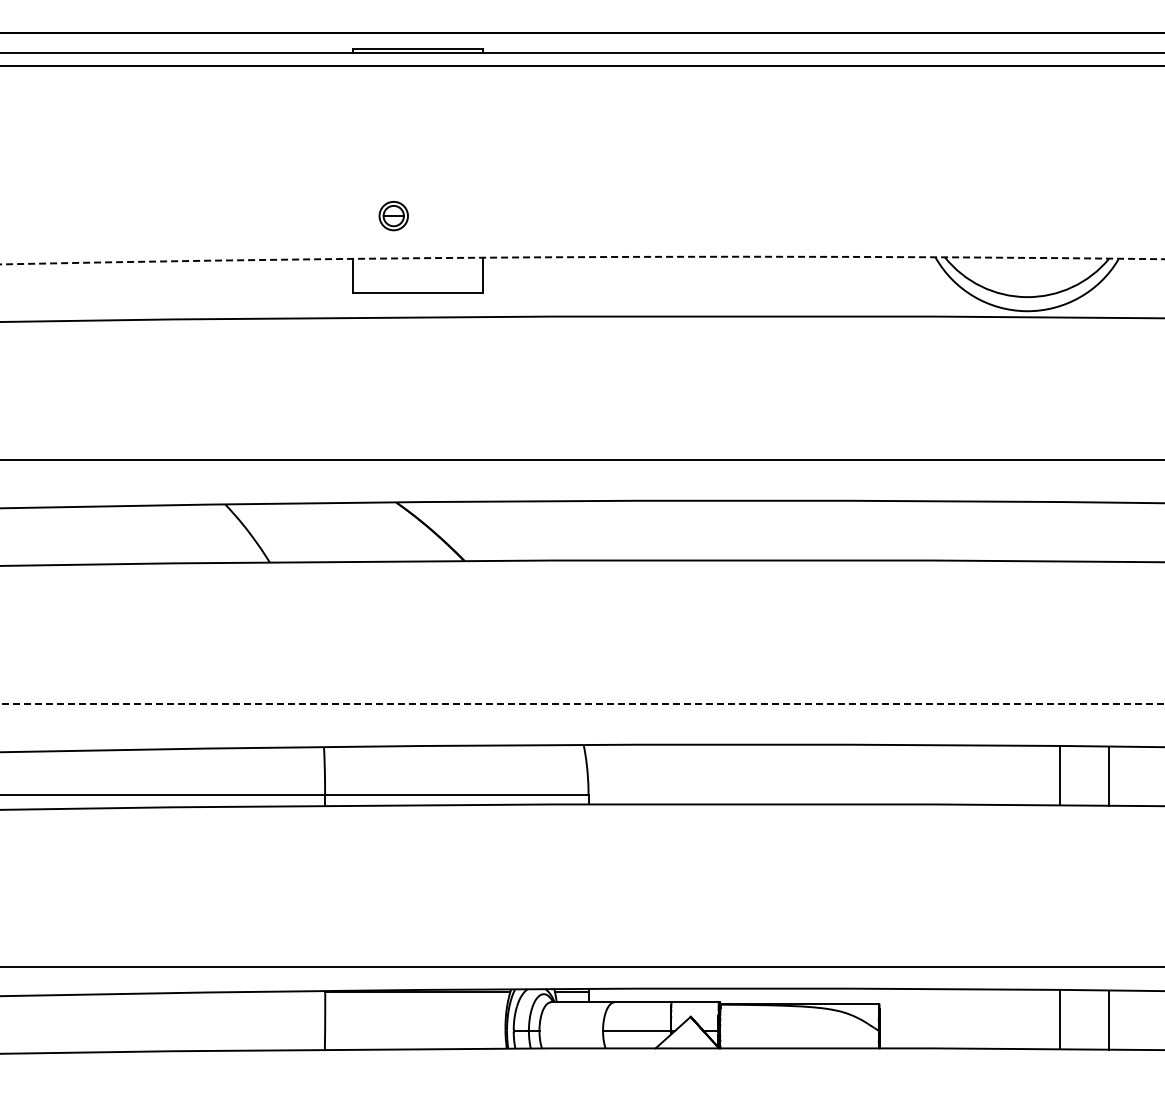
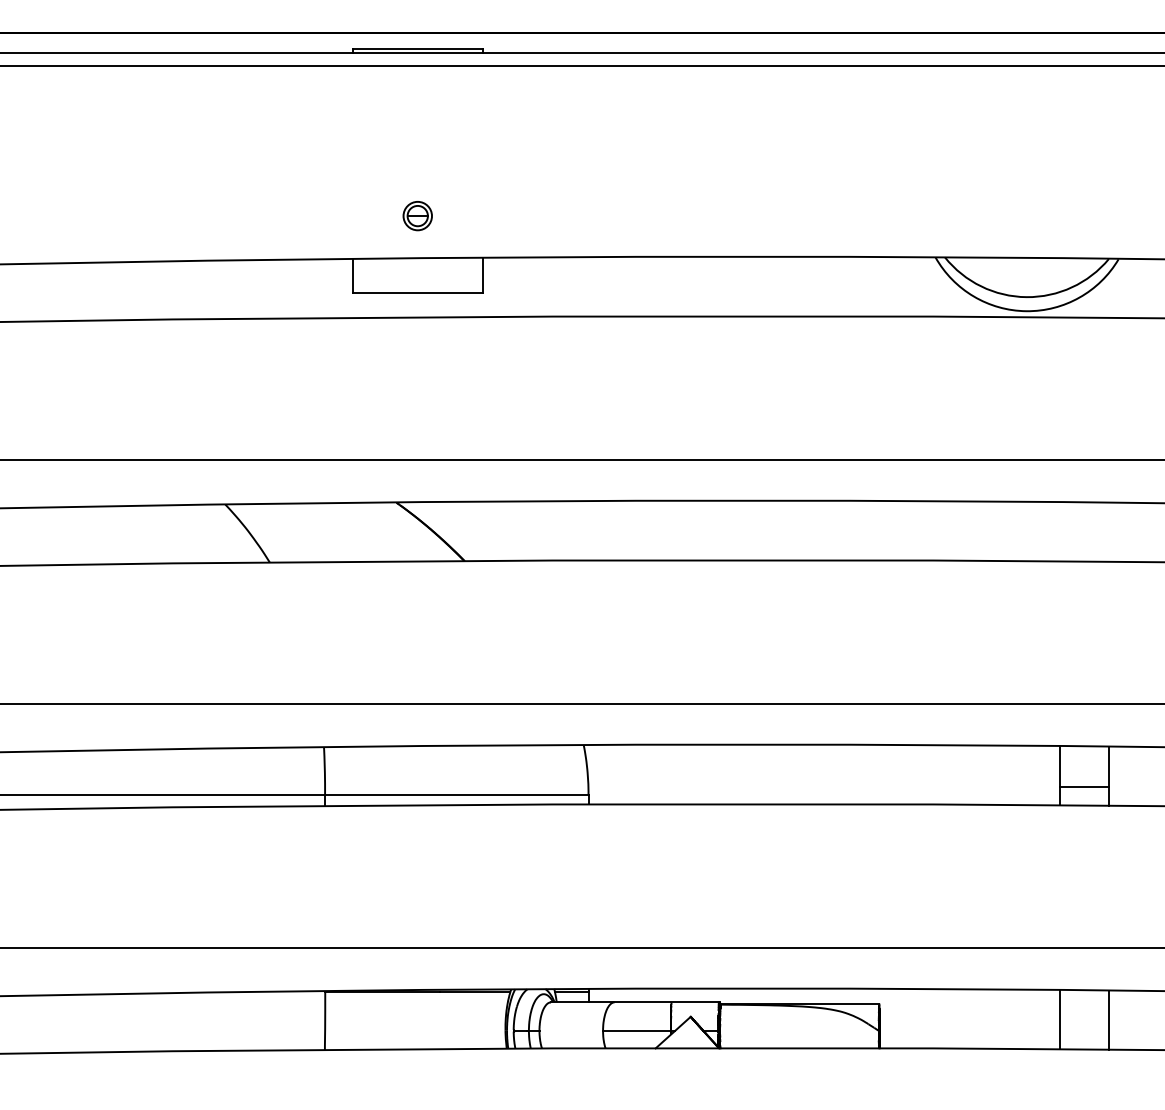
part at (393, 216) position: (393, 216) -> (417, 216)
arc at (582, 257): dashed -> solid
line at (582, 703): dashed -> solid
line at (1084, 786): none -> present
line at (581, 966) position: (581, 966) -> (581, 947)
